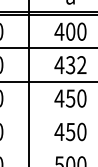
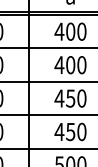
text at (76, 65): 432 -> 400
line at (48, 115): none -> present
line at (48, 148): none -> present
